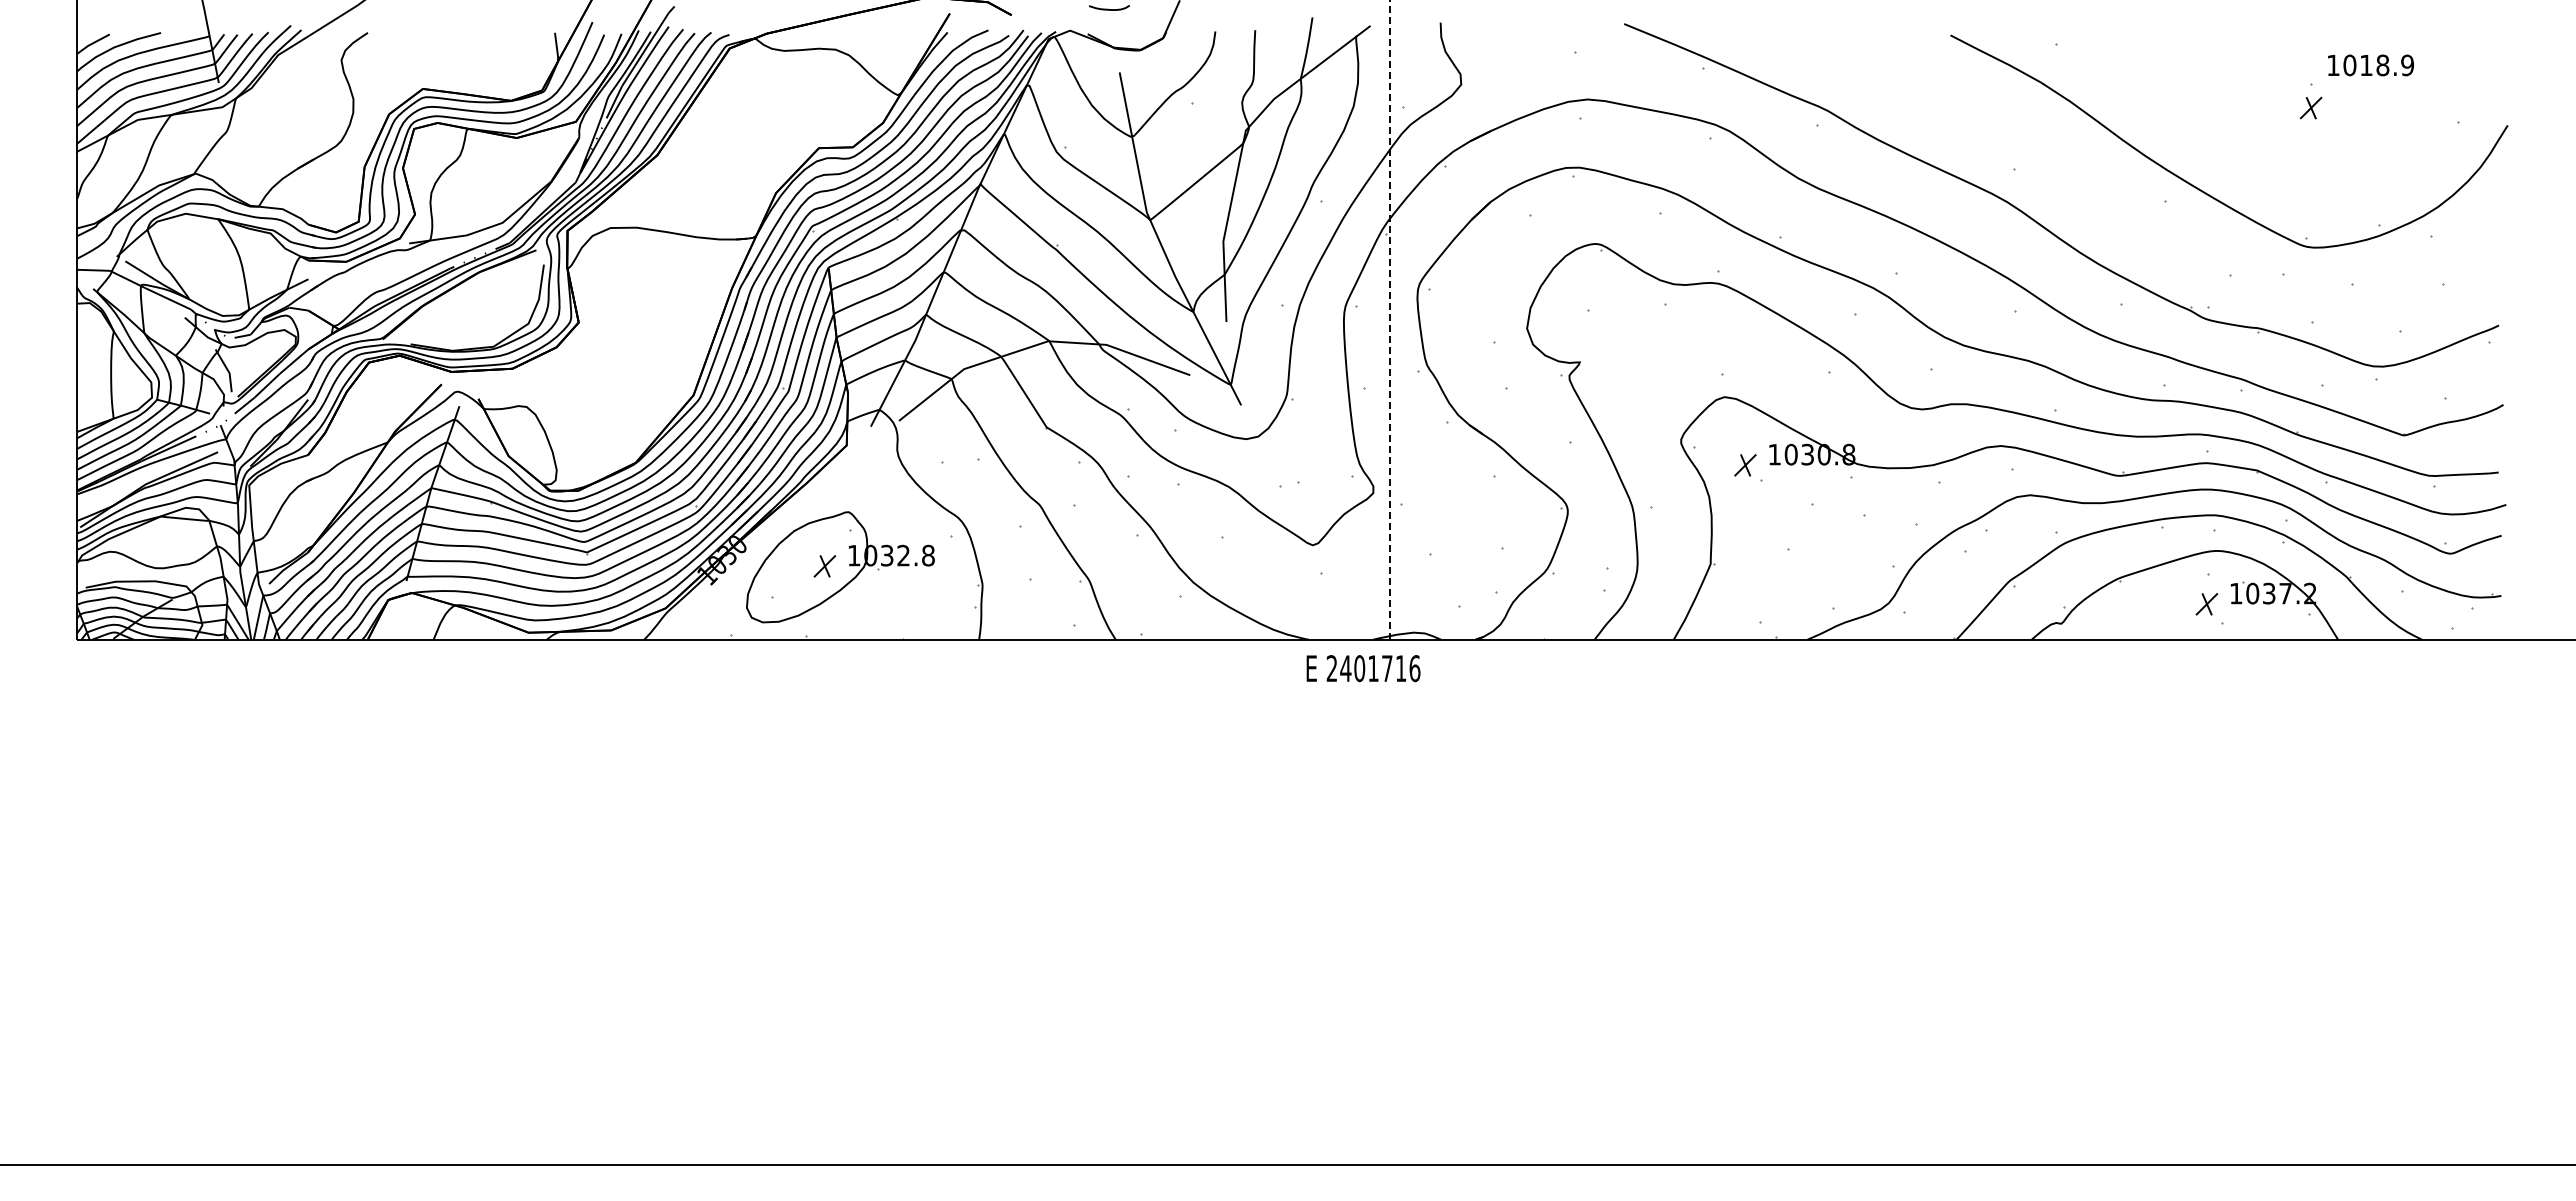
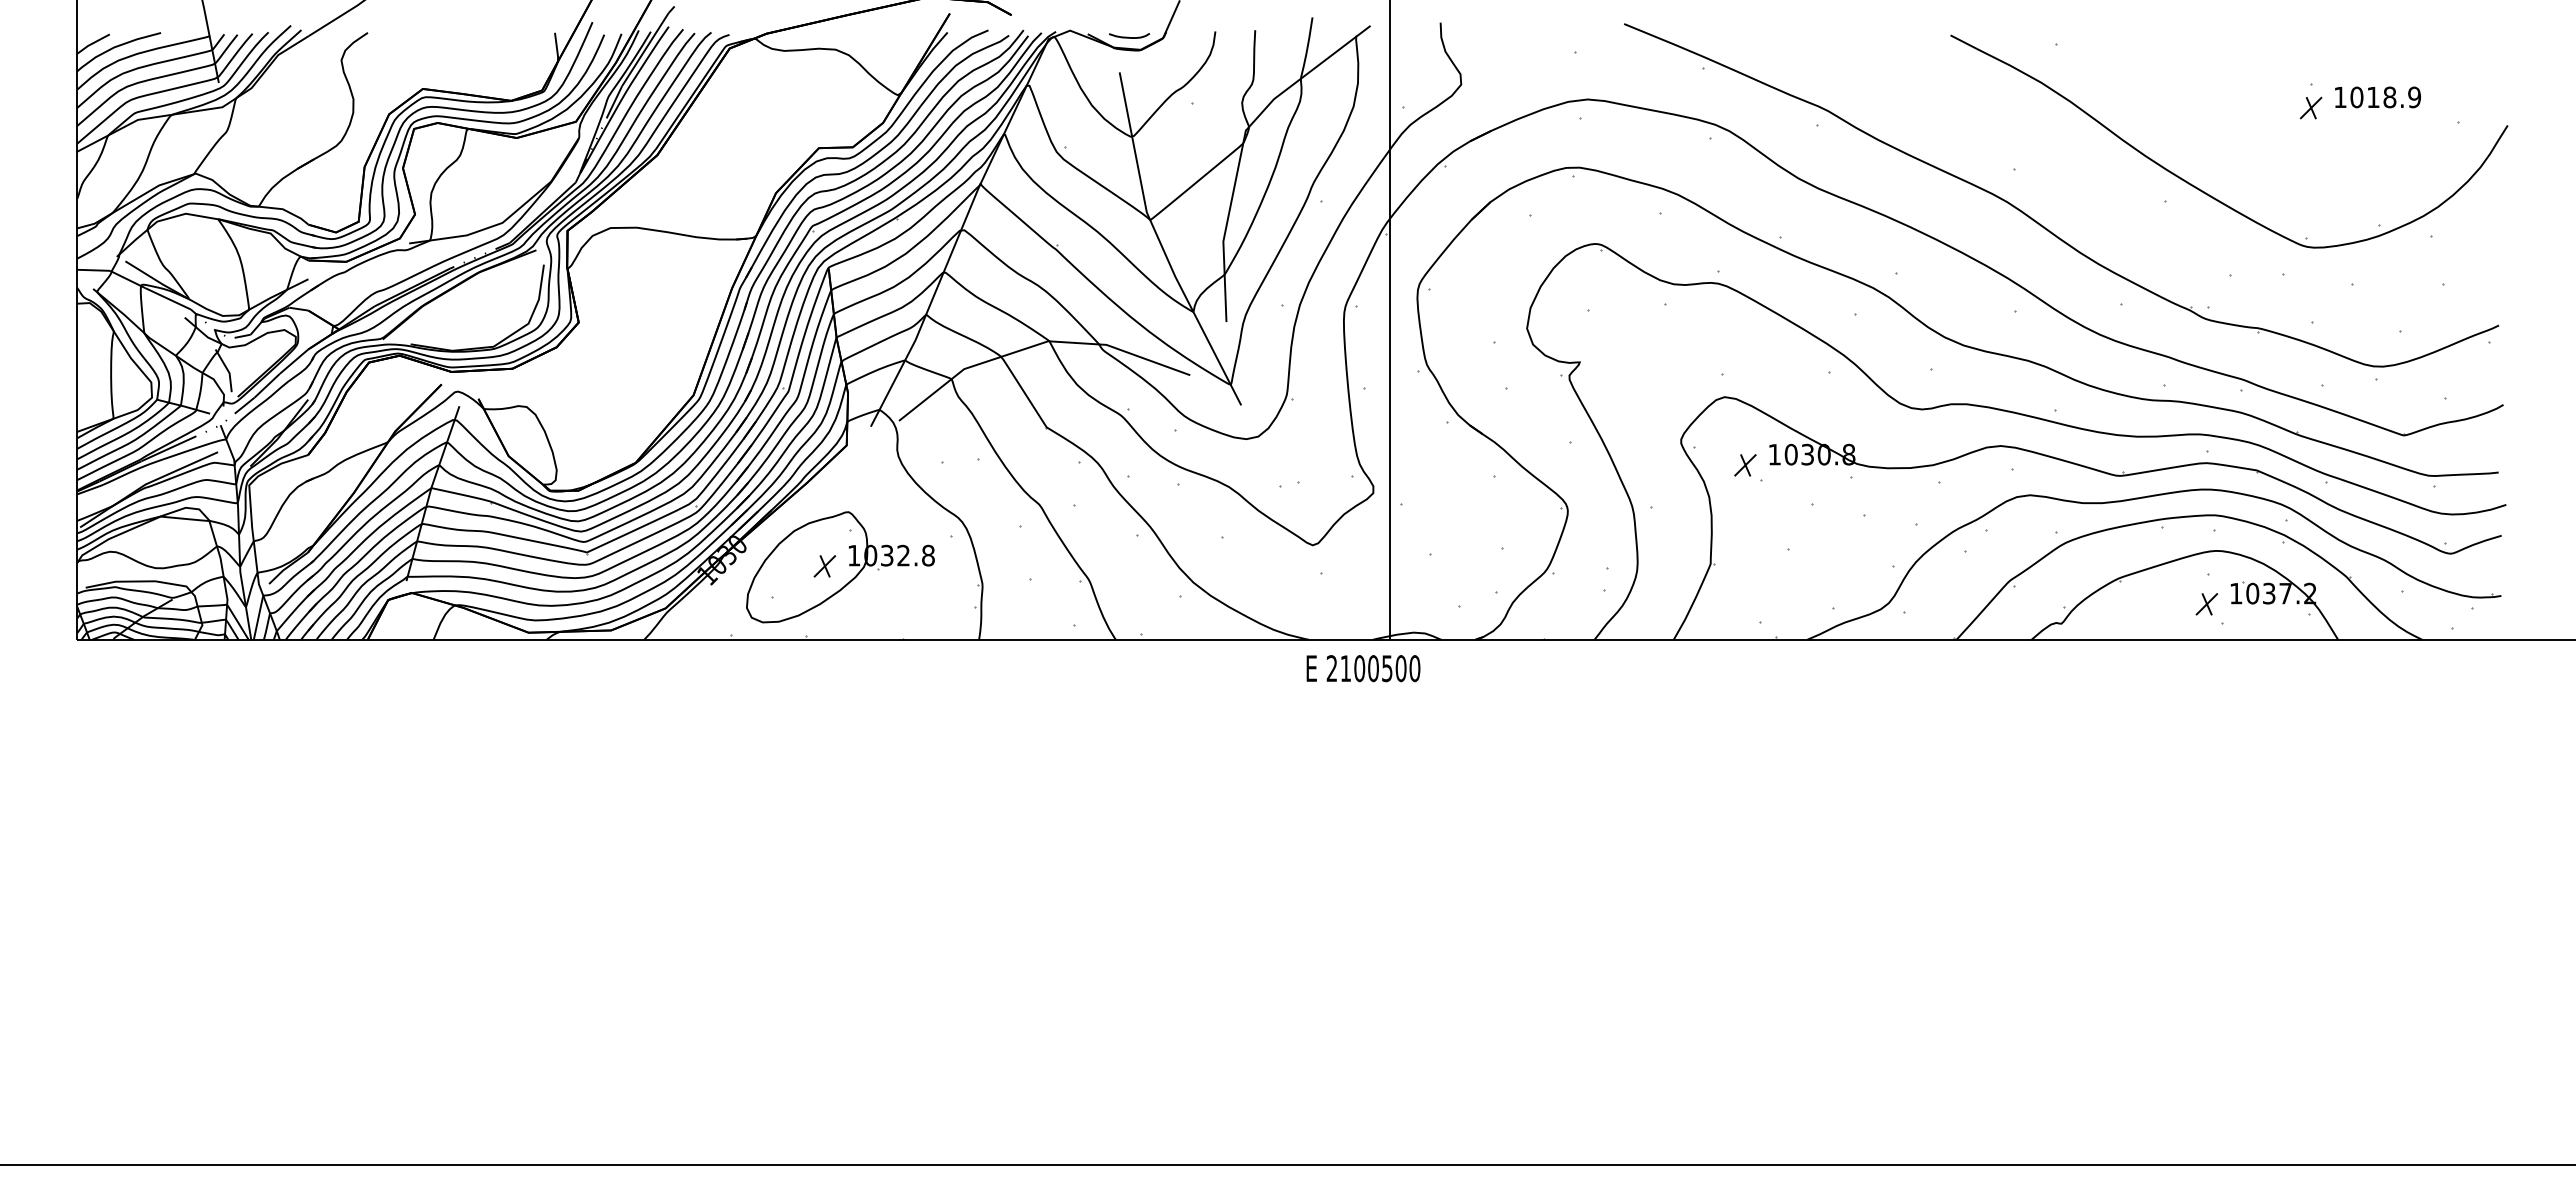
curve at (1108, 8) position: (1108, 8) -> (1128, 36)
text at (2370, 65) position: (2370, 65) -> (2377, 97)
line at (1390, 320): dashed -> solid
text at (1380, 668): 2401716 -> 2100500
